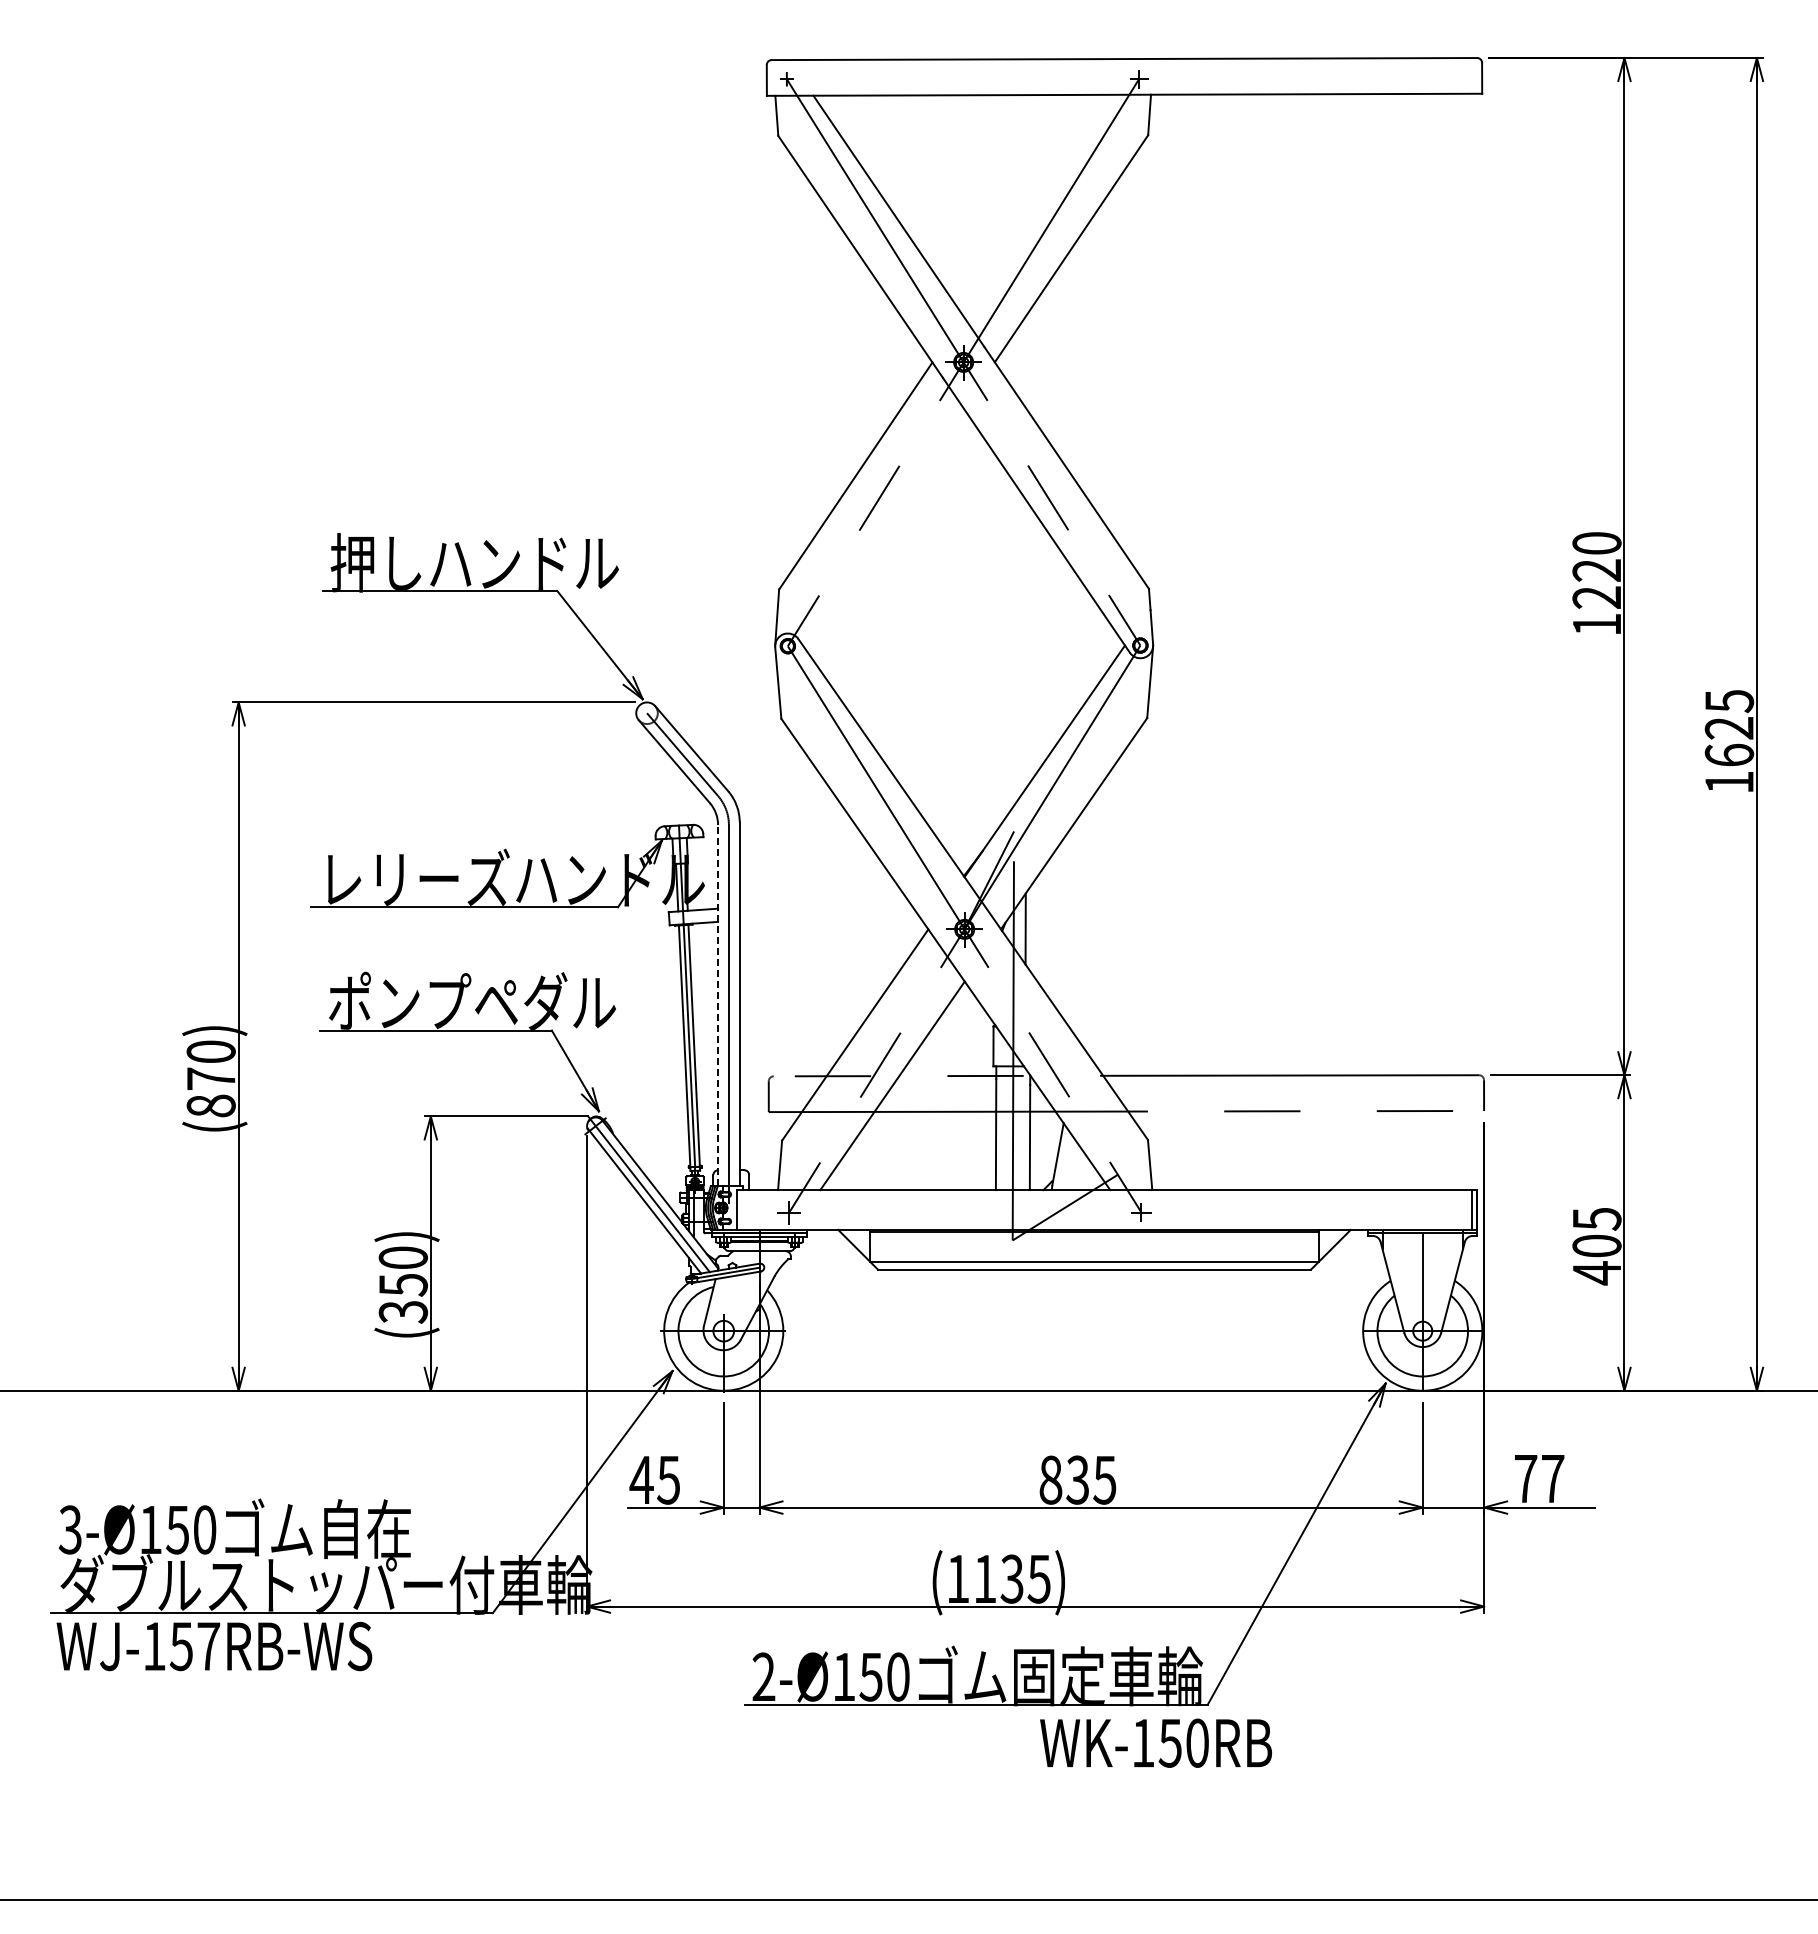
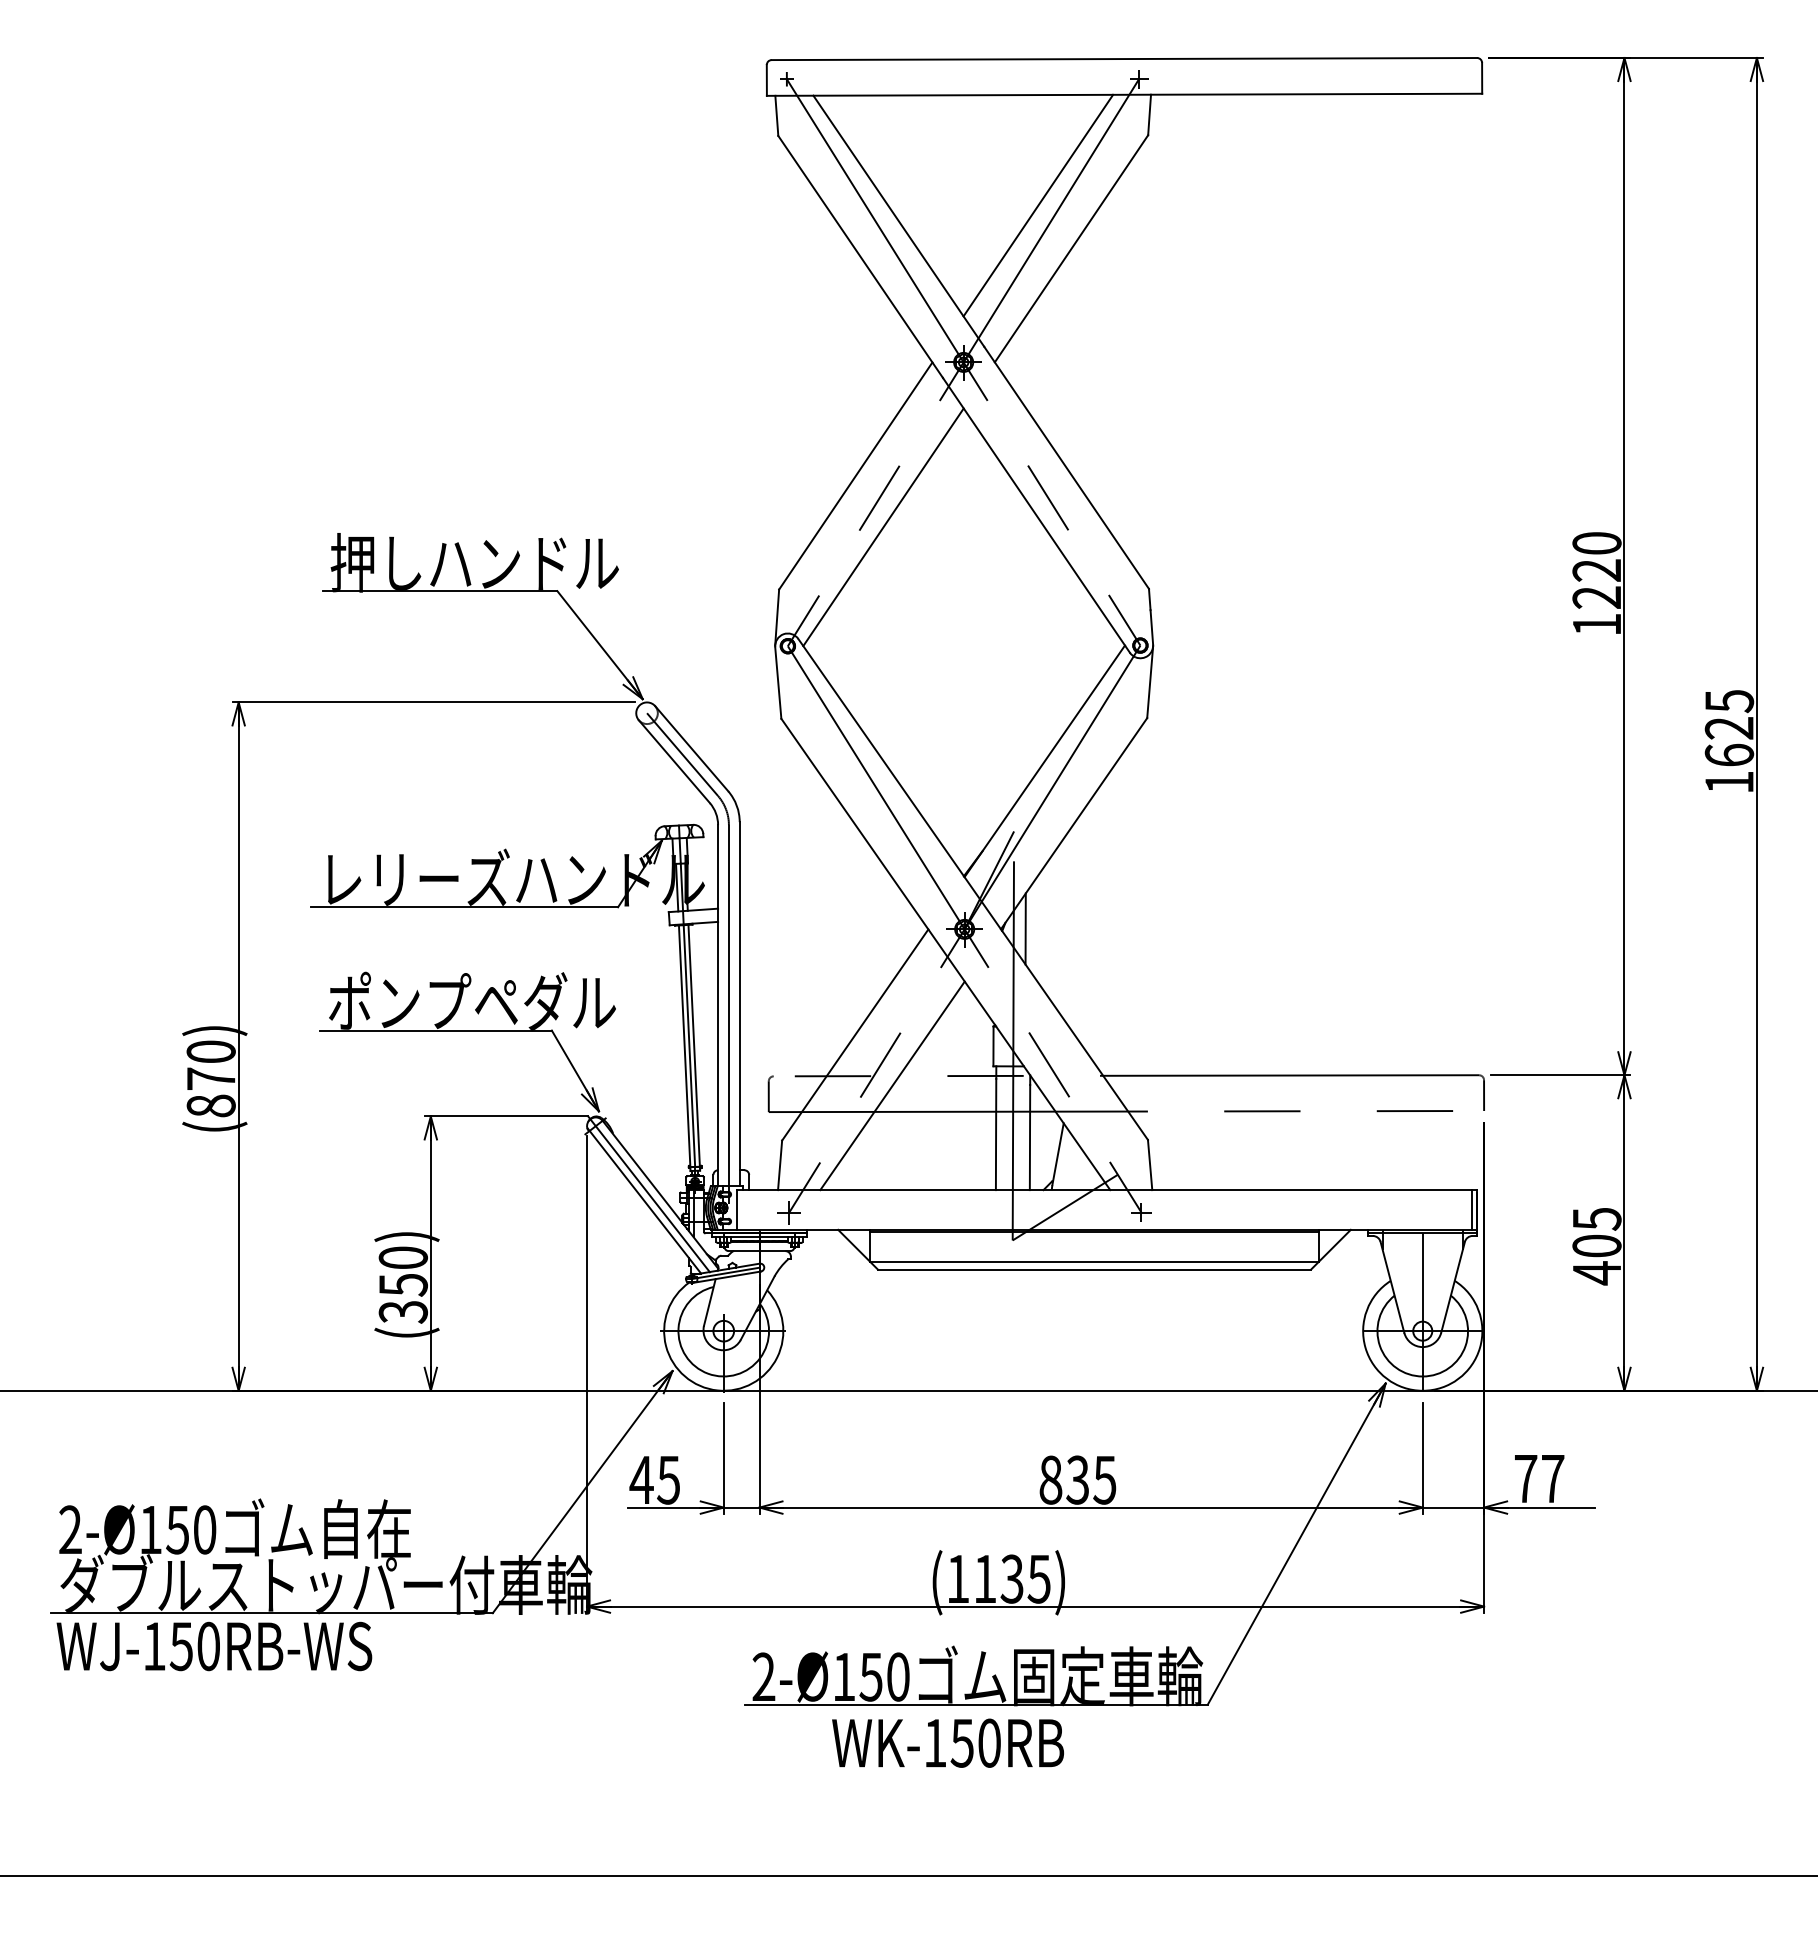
line at (1038, 205): none -> present
line at (883, 527): none -> present
line at (718, 1005): dashed -> solid
text at (69, 1529): 3-Ø150 -> 2-Ø150
text at (208, 1646): WJ-157RB-WS -> WJ-150RB-WS
text at (1155, 1742) position: (1155, 1742) -> (947, 1742)
line at (908, 1899) position: (908, 1899) -> (908, 1875)
